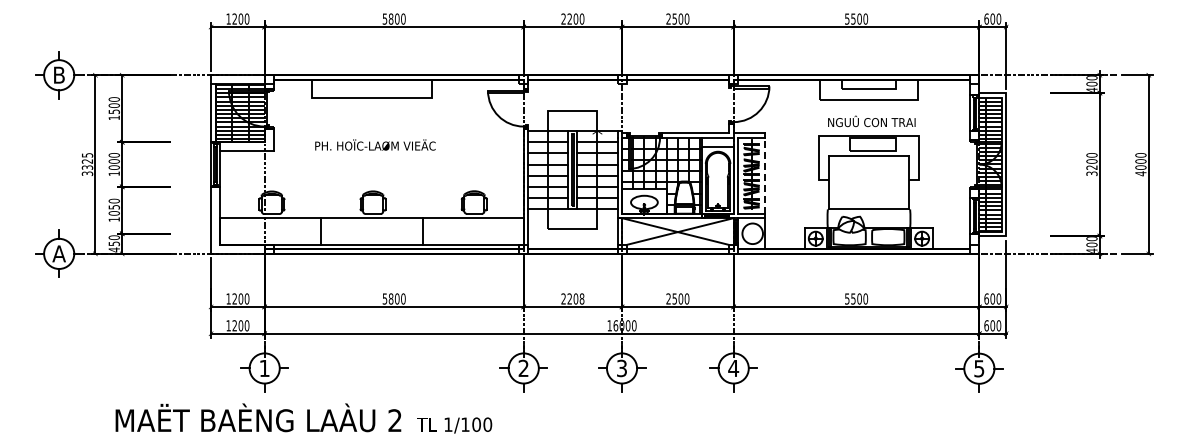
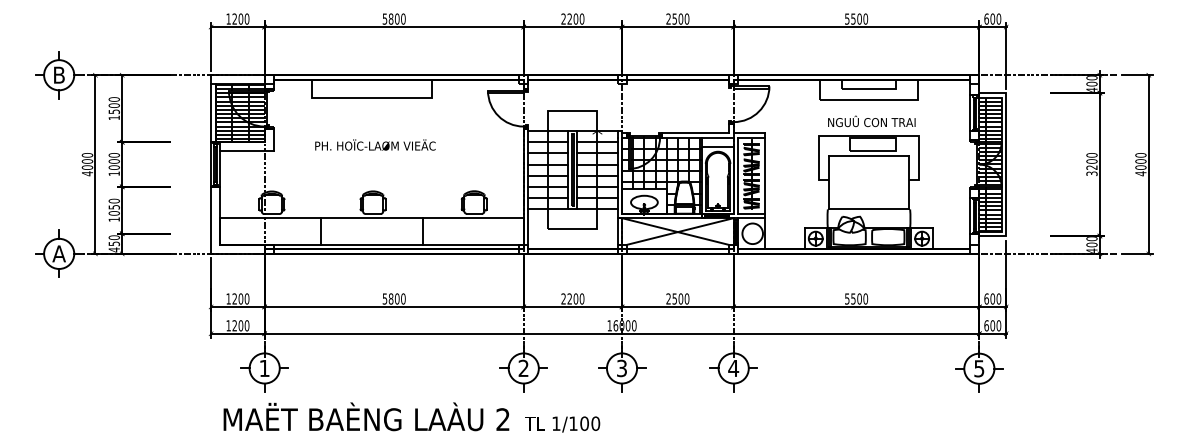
text at (87, 164): 3325 -> 4000
line at (764, 175): dashed -> solid
text at (581, 298): 2208 -> 2200
text at (303, 418) position: (303, 418) -> (411, 417)
